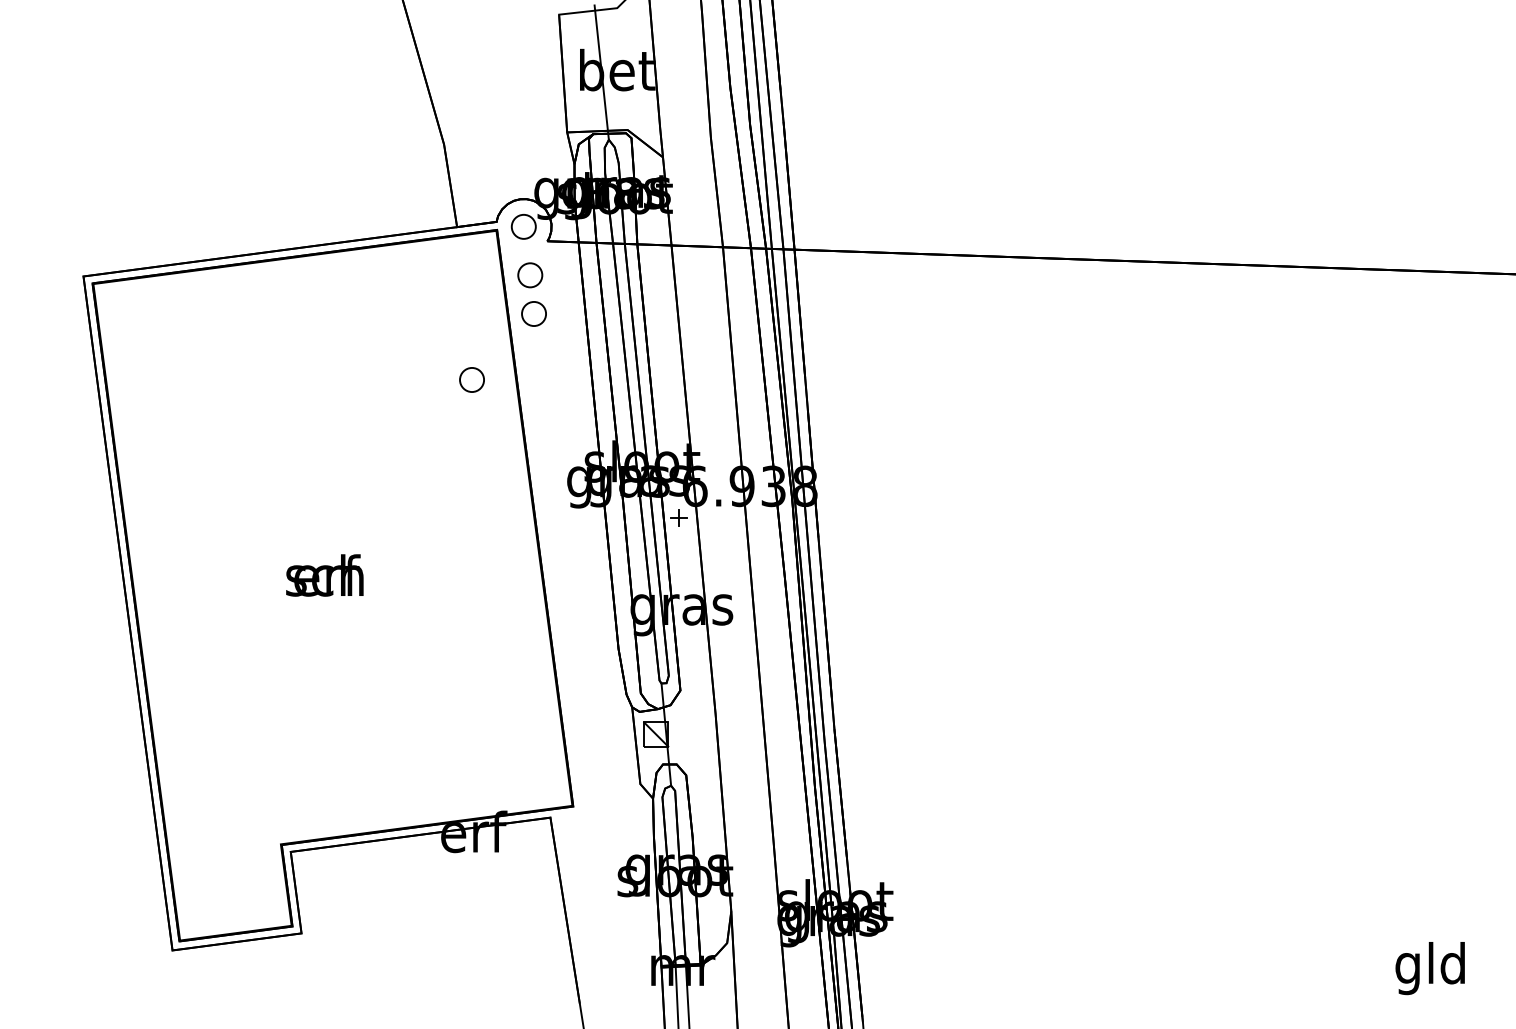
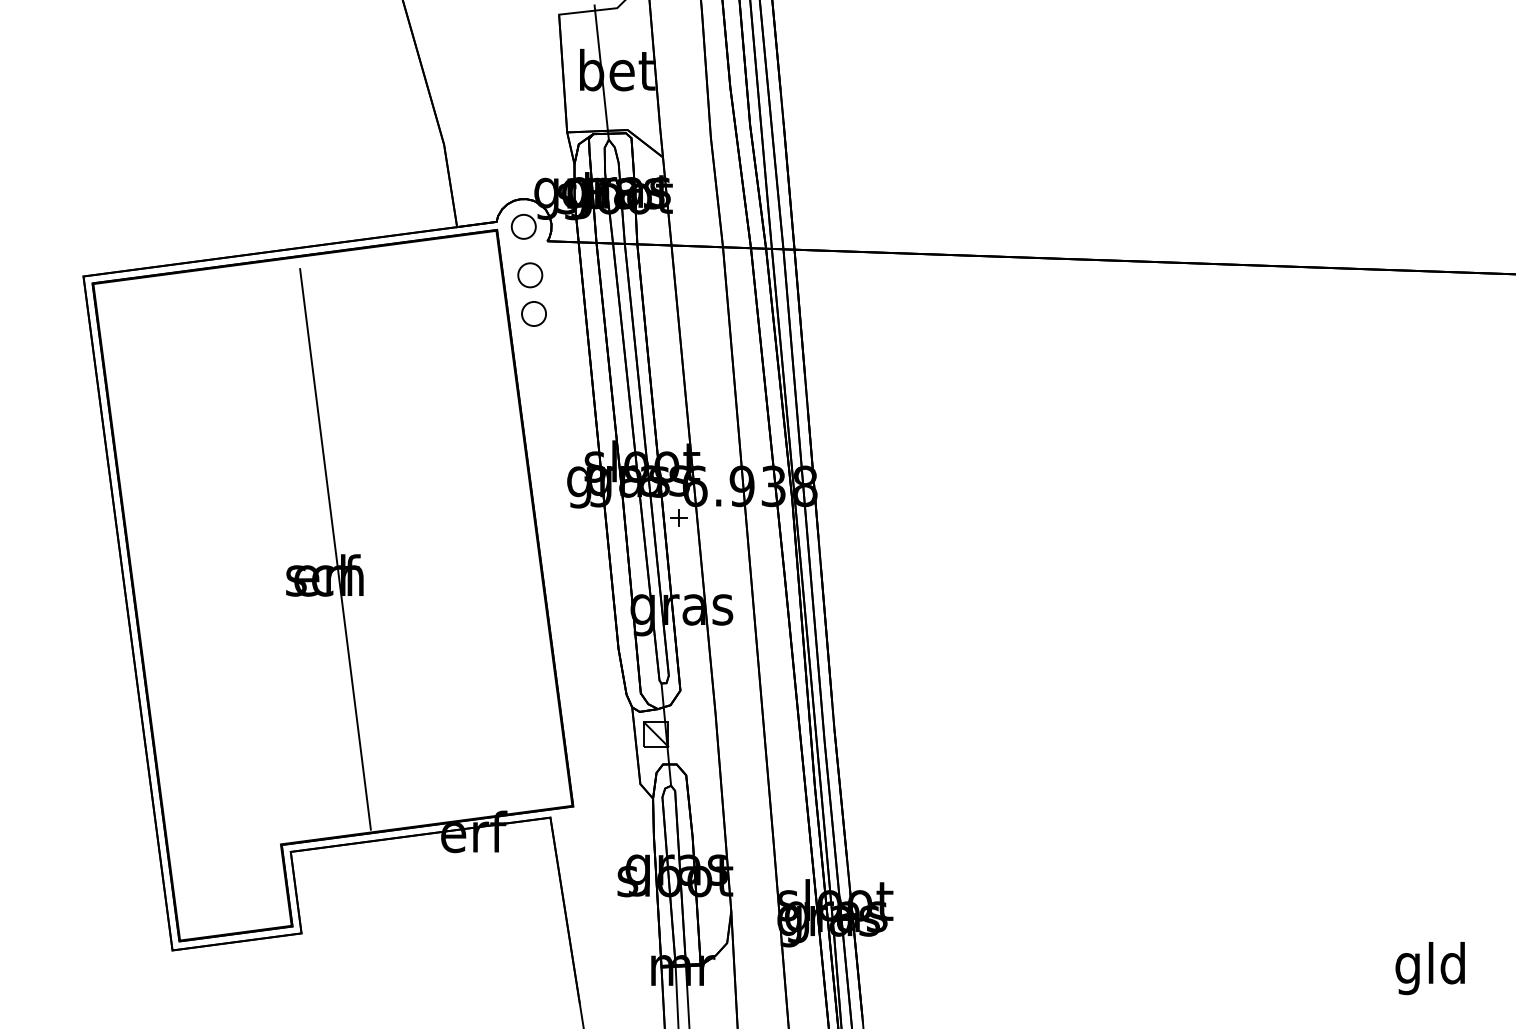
part at (471, 379): present -> none
line at (335, 549): none -> present
